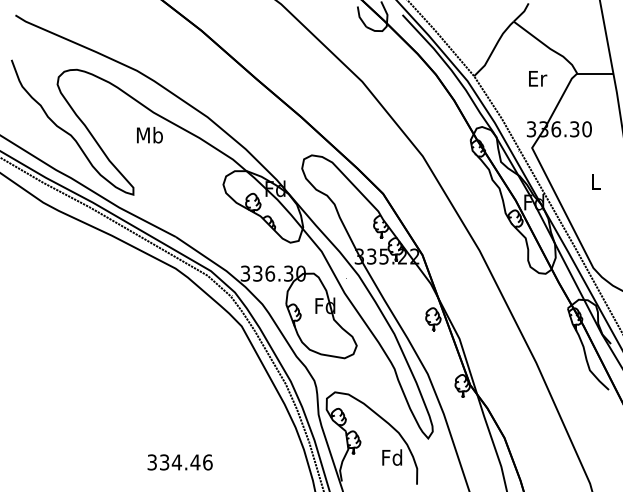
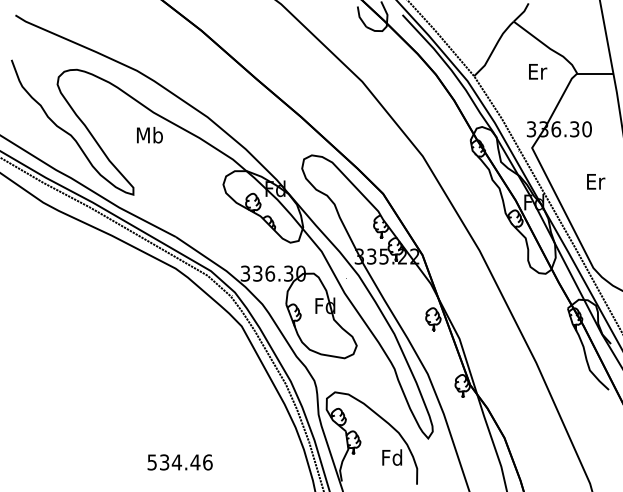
text at (538, 78) position: (538, 78) -> (538, 71)
text at (596, 181): L -> Er
text at (152, 461): 334.46 -> 534.46
